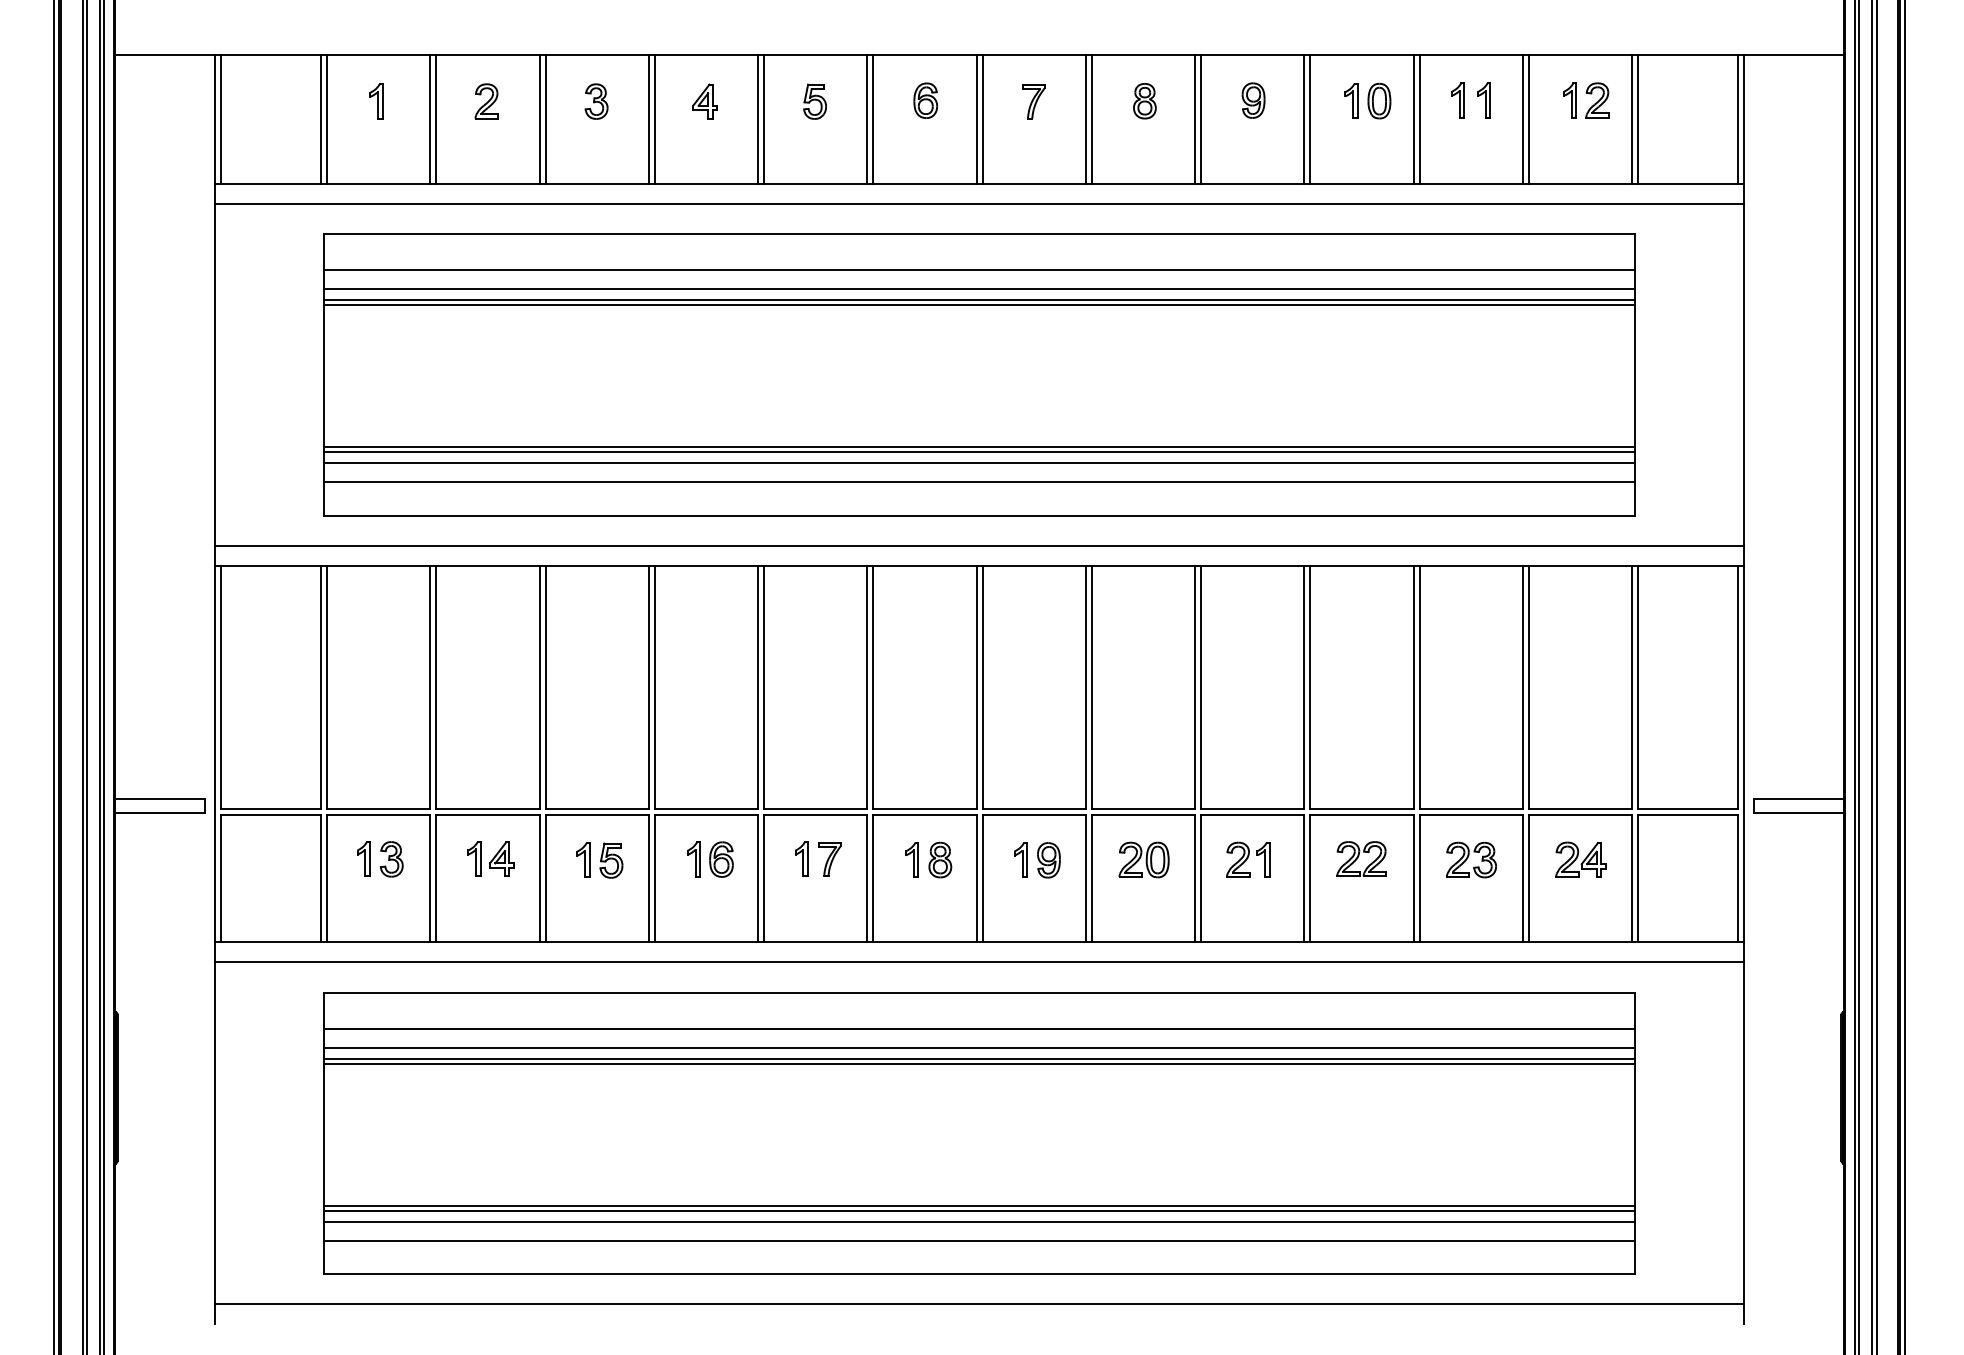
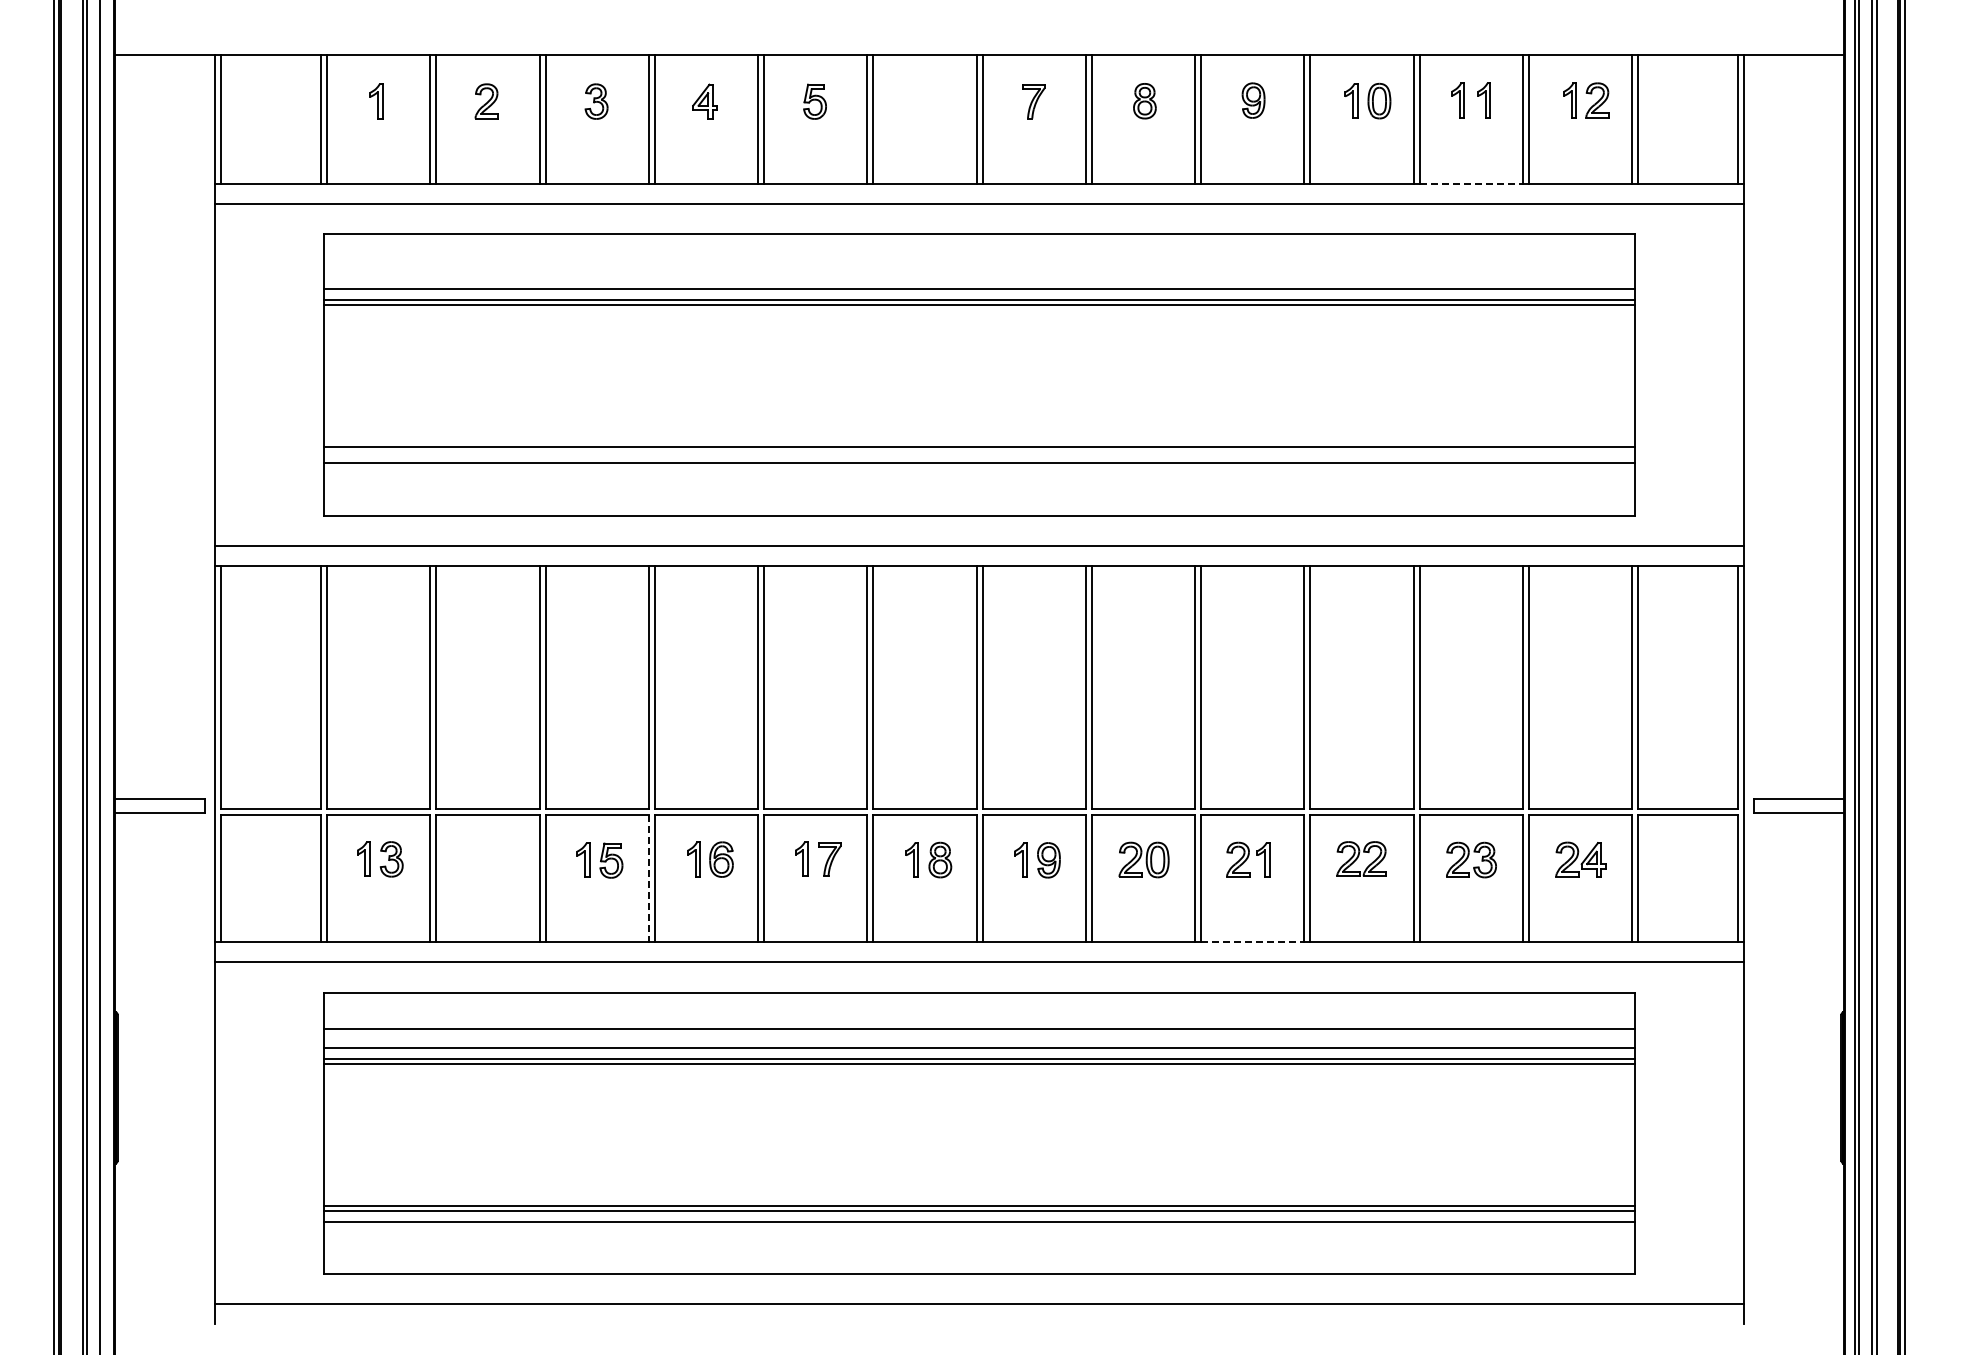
part at (925, 100): present -> none
line at (1471, 183): solid -> dashed
line at (979, 270): present -> none
line at (979, 452): present -> none
line at (979, 482): present -> none
line at (104, 676): present -> none
part at (490, 858): present -> none
line at (648, 878): solid -> dashed
line at (1252, 942): solid -> dashed
line at (979, 1241): present -> none
